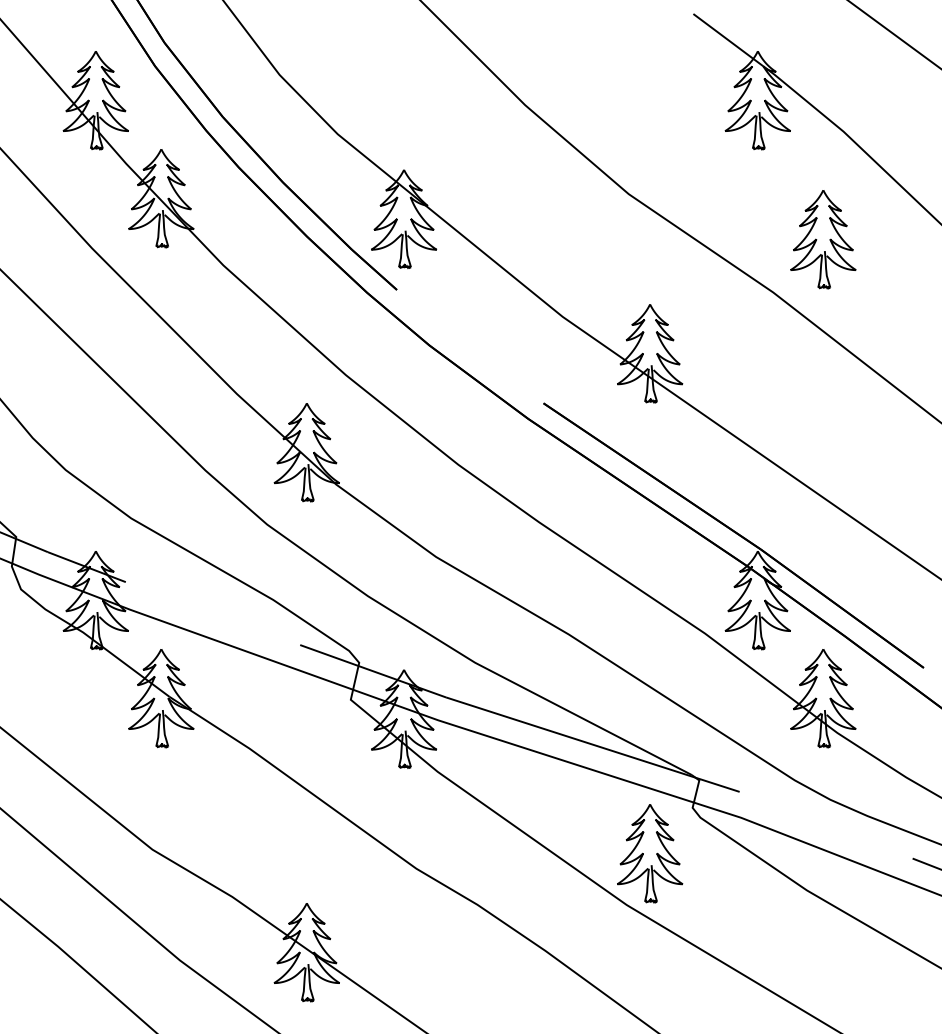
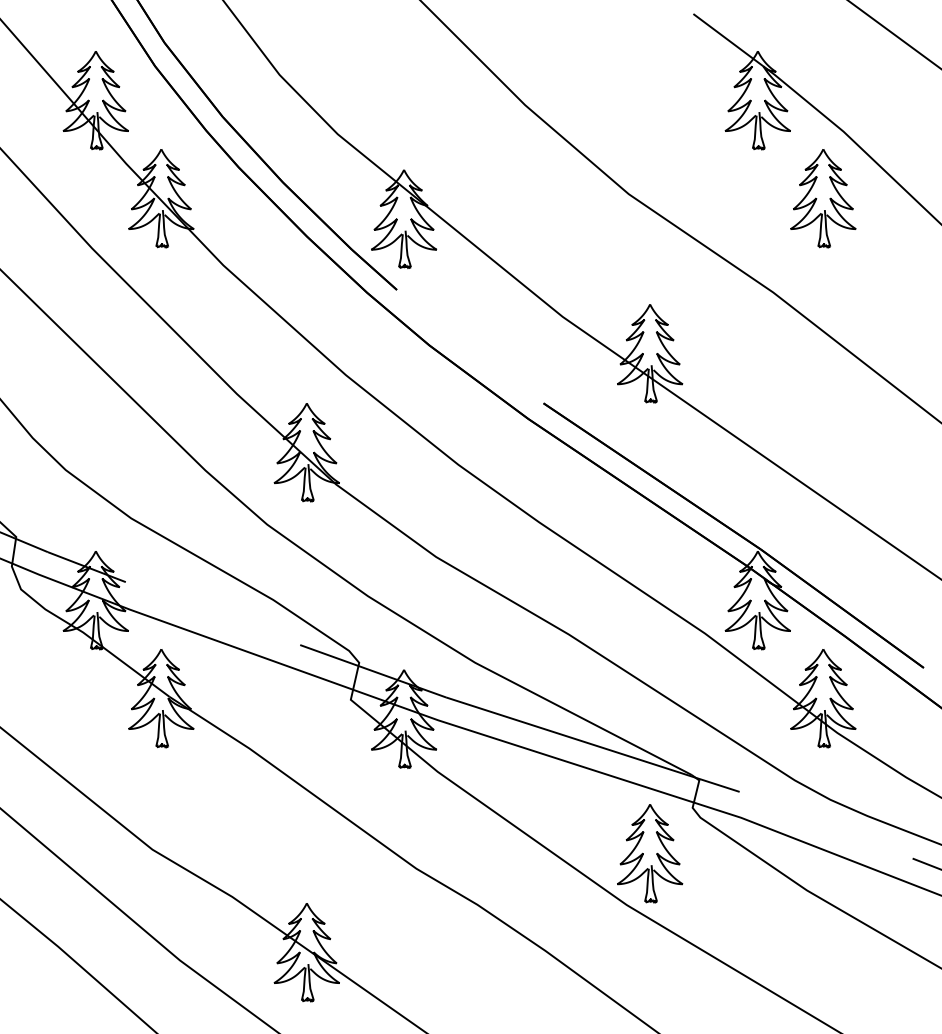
part at (823, 239) position: (823, 239) -> (823, 198)
